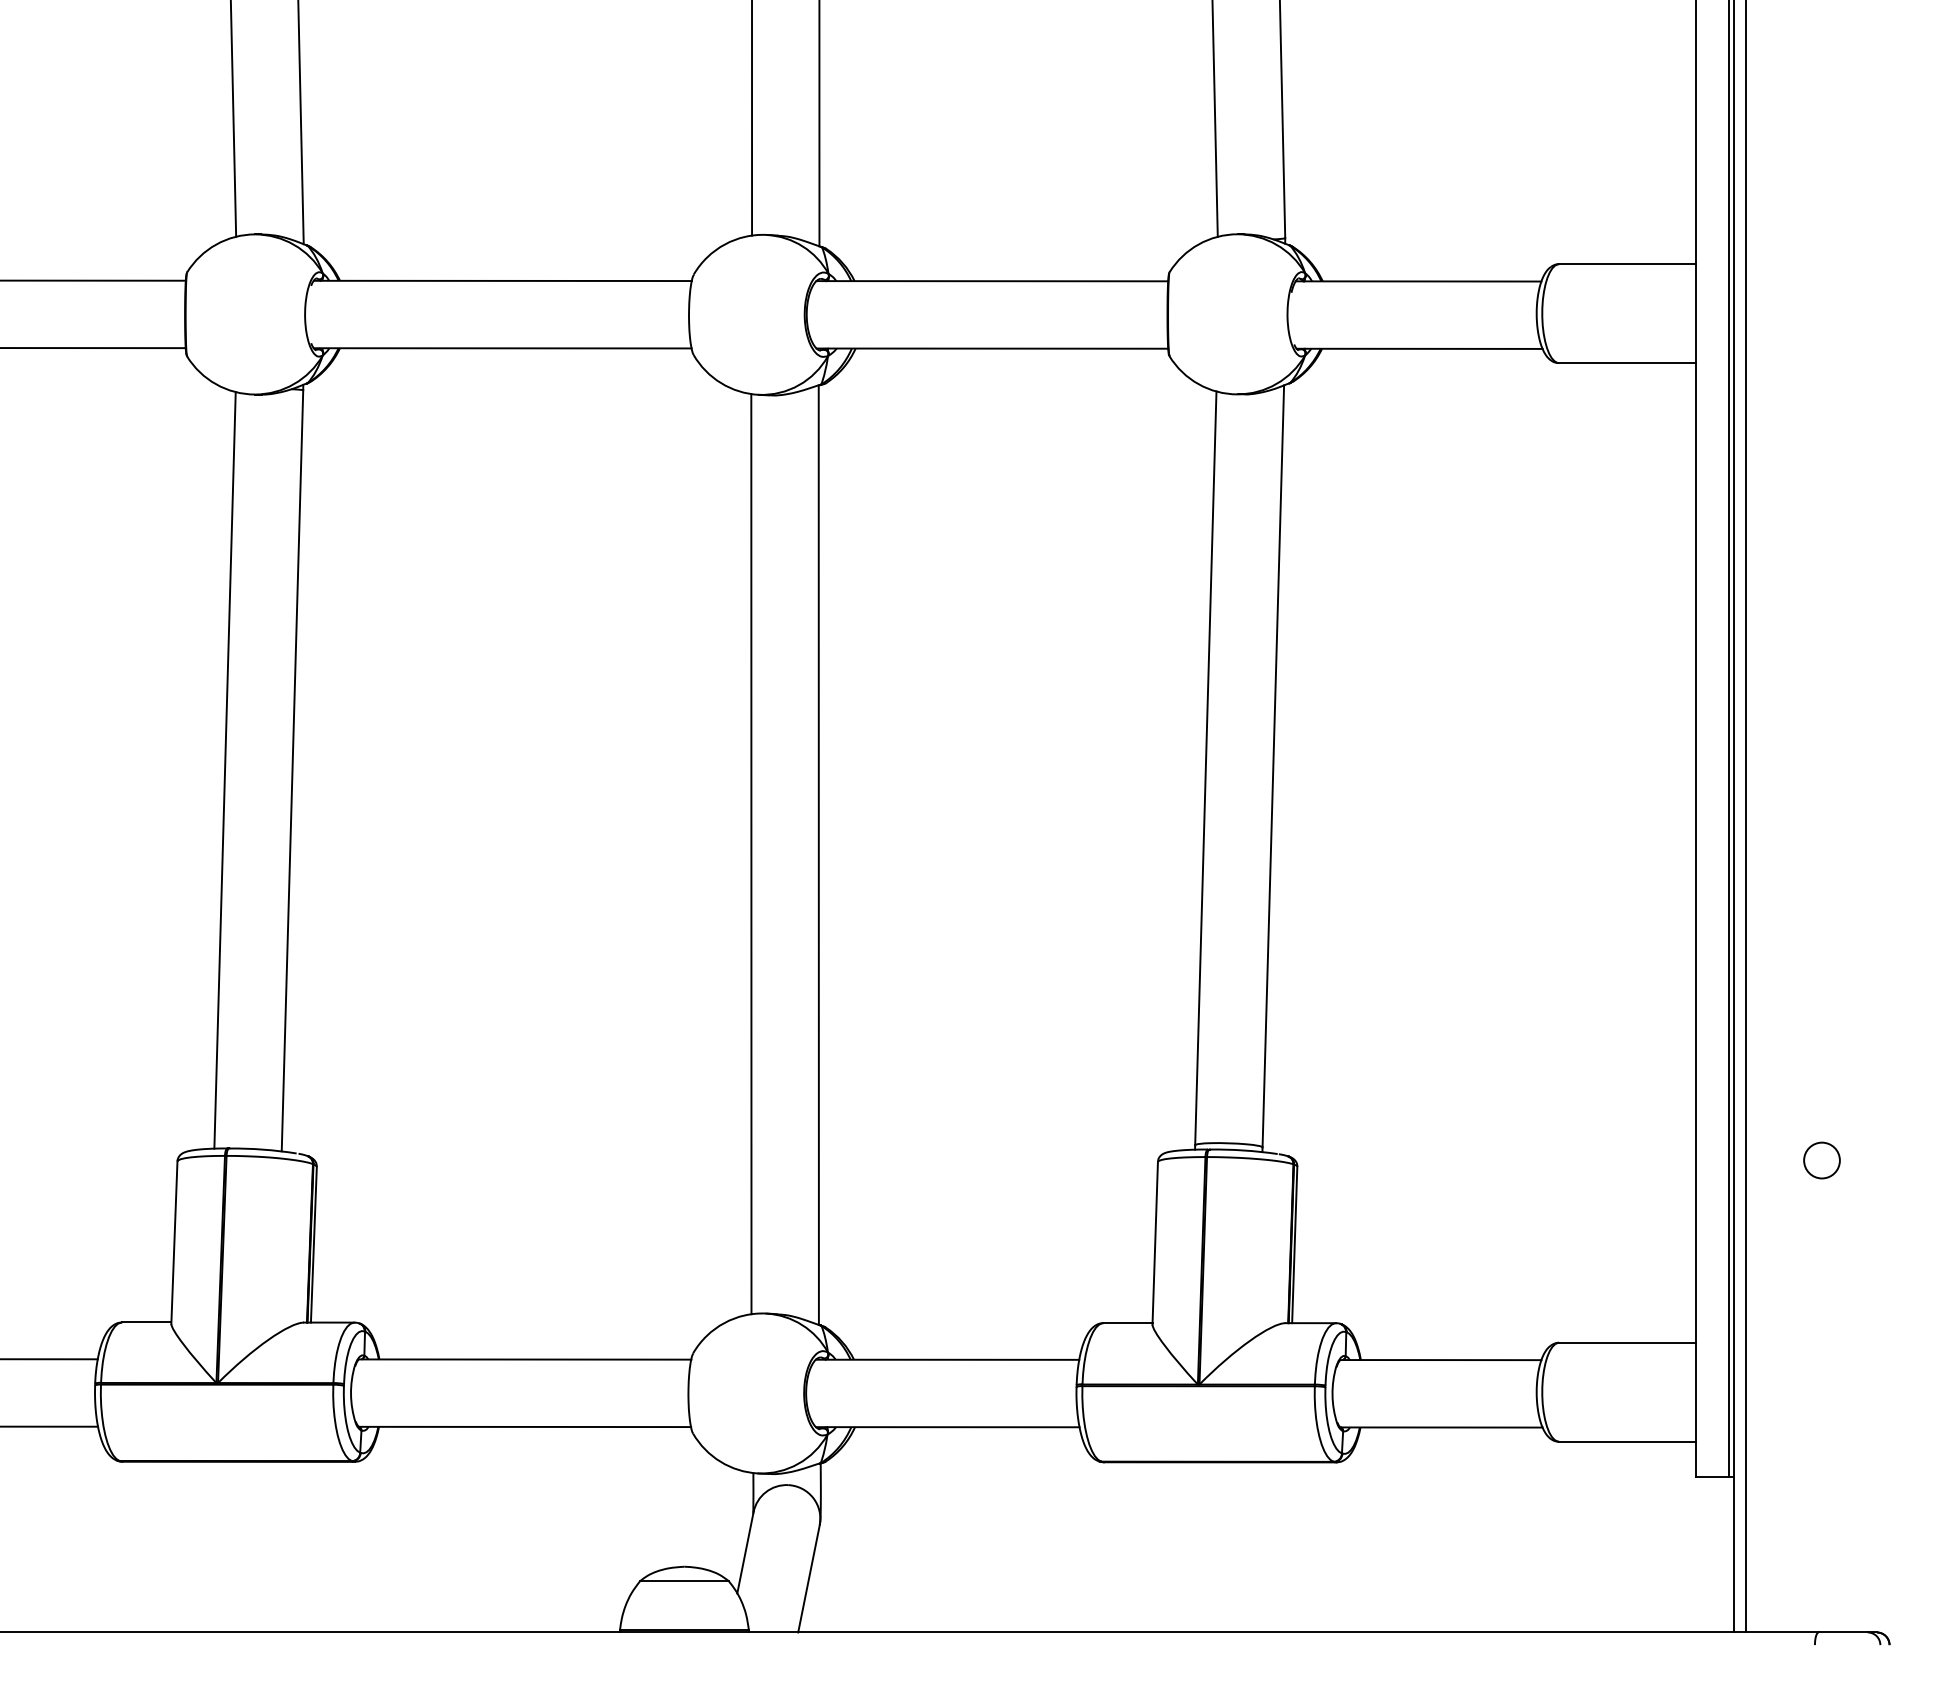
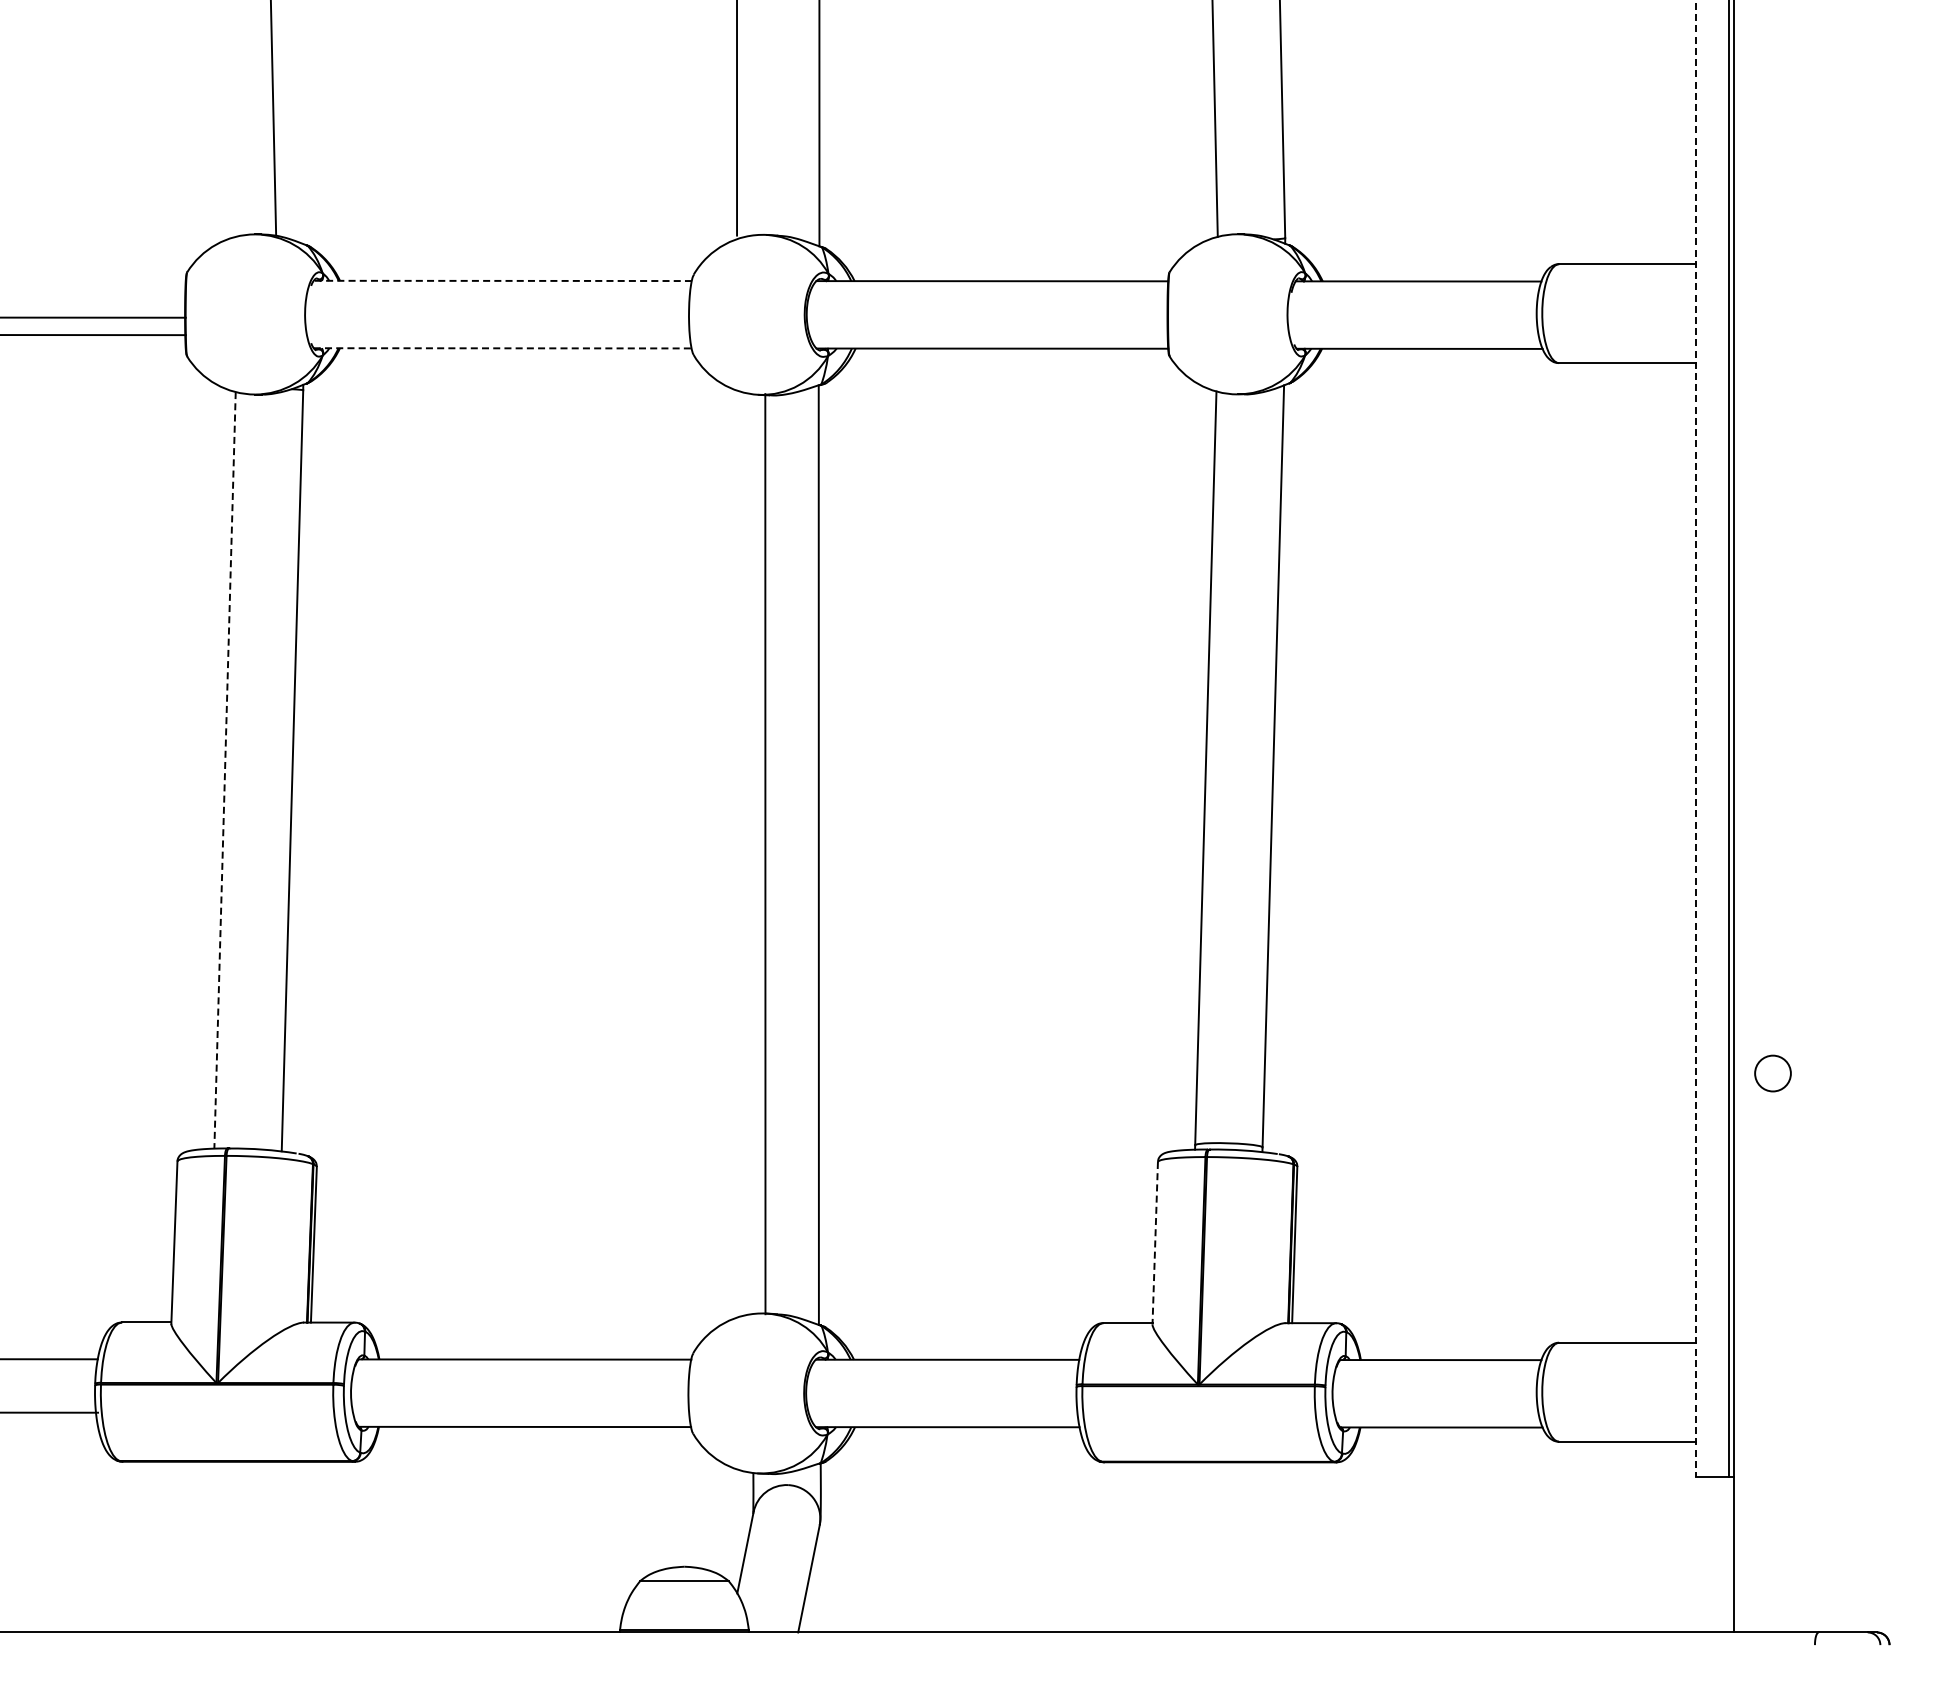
line at (752, 118) position: (752, 118) -> (737, 118)
line at (233, 119) position: (233, 119) -> (273, 118)
line at (300, 123): present -> none
line at (93, 280) position: (93, 280) -> (93, 317)
line at (502, 280): solid -> dashed
line at (93, 348) position: (93, 348) -> (93, 335)
line at (502, 348): solid -> dashed
line at (1695, 738): solid -> dashed
line at (225, 770): solid -> dashed
line at (1746, 817): present -> none
line at (751, 854) position: (751, 854) -> (765, 854)
circle at (1821, 1160) position: (1821, 1160) -> (1772, 1073)
line at (1155, 1243): solid -> dashed
line at (50, 1426) position: (50, 1426) -> (50, 1412)
